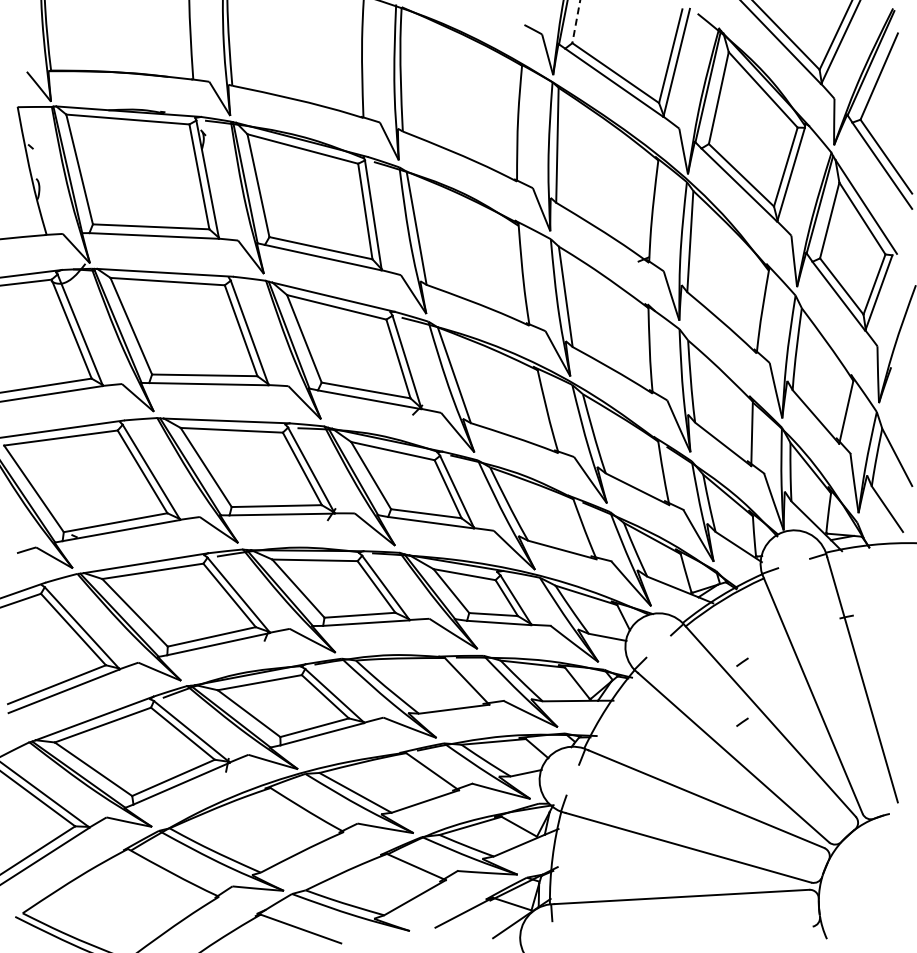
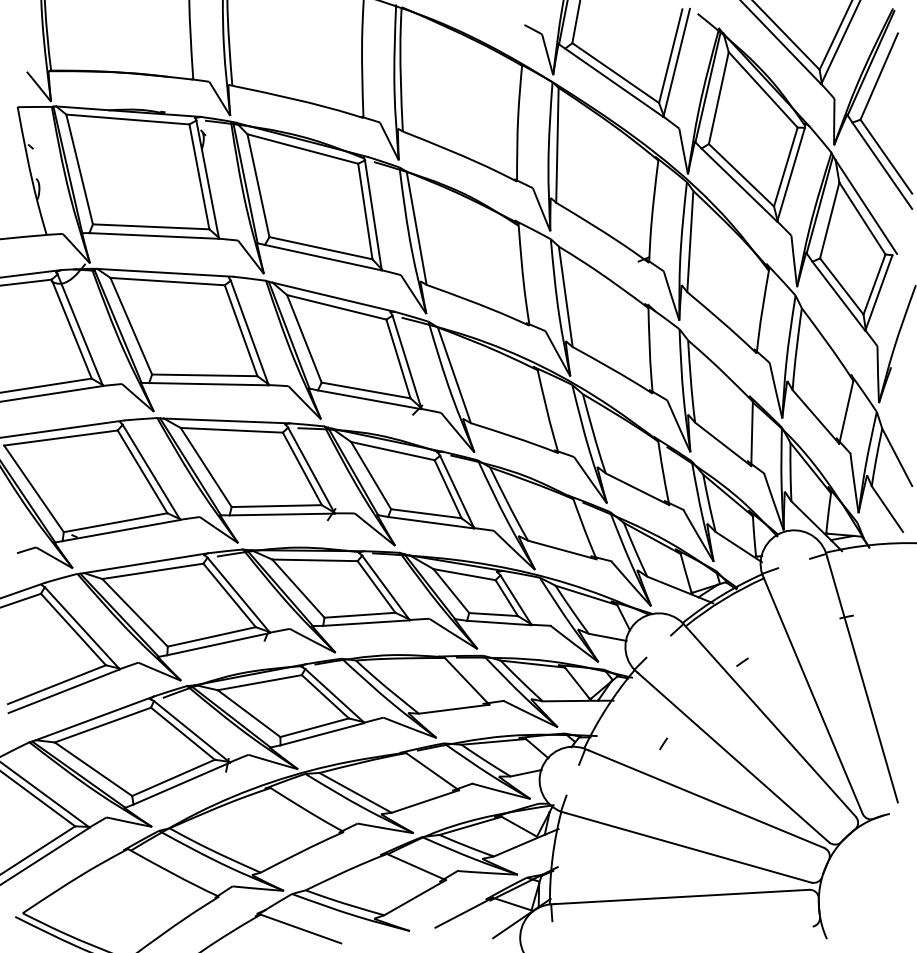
line at (576, 21): dashed -> solid
line at (742, 721): present -> none
line at (663, 743): none -> present
